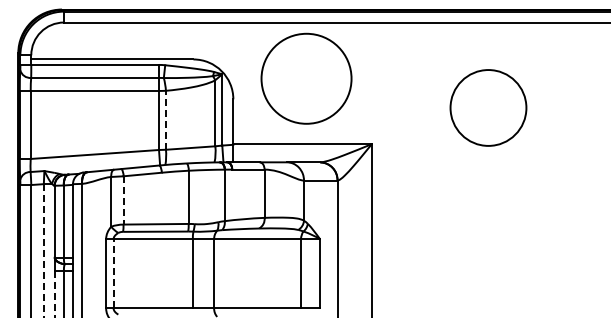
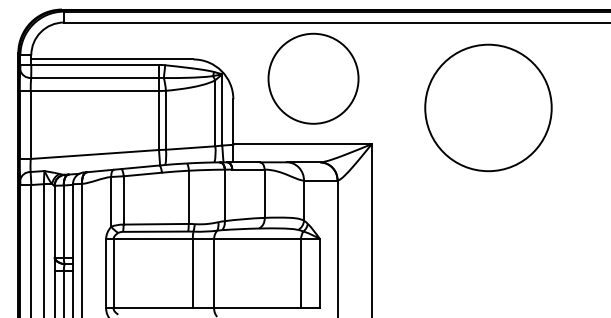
circle at (306, 78) position: (306, 78) -> (313, 78)
circle at (488, 107) size: 79x78 px -> 129x130 px
line at (165, 119): dashed -> solid
line at (123, 200): dashed -> solid
line at (43, 250): dashed -> solid
line at (113, 273): dashed -> solid
line at (54, 295): dashed -> solid
